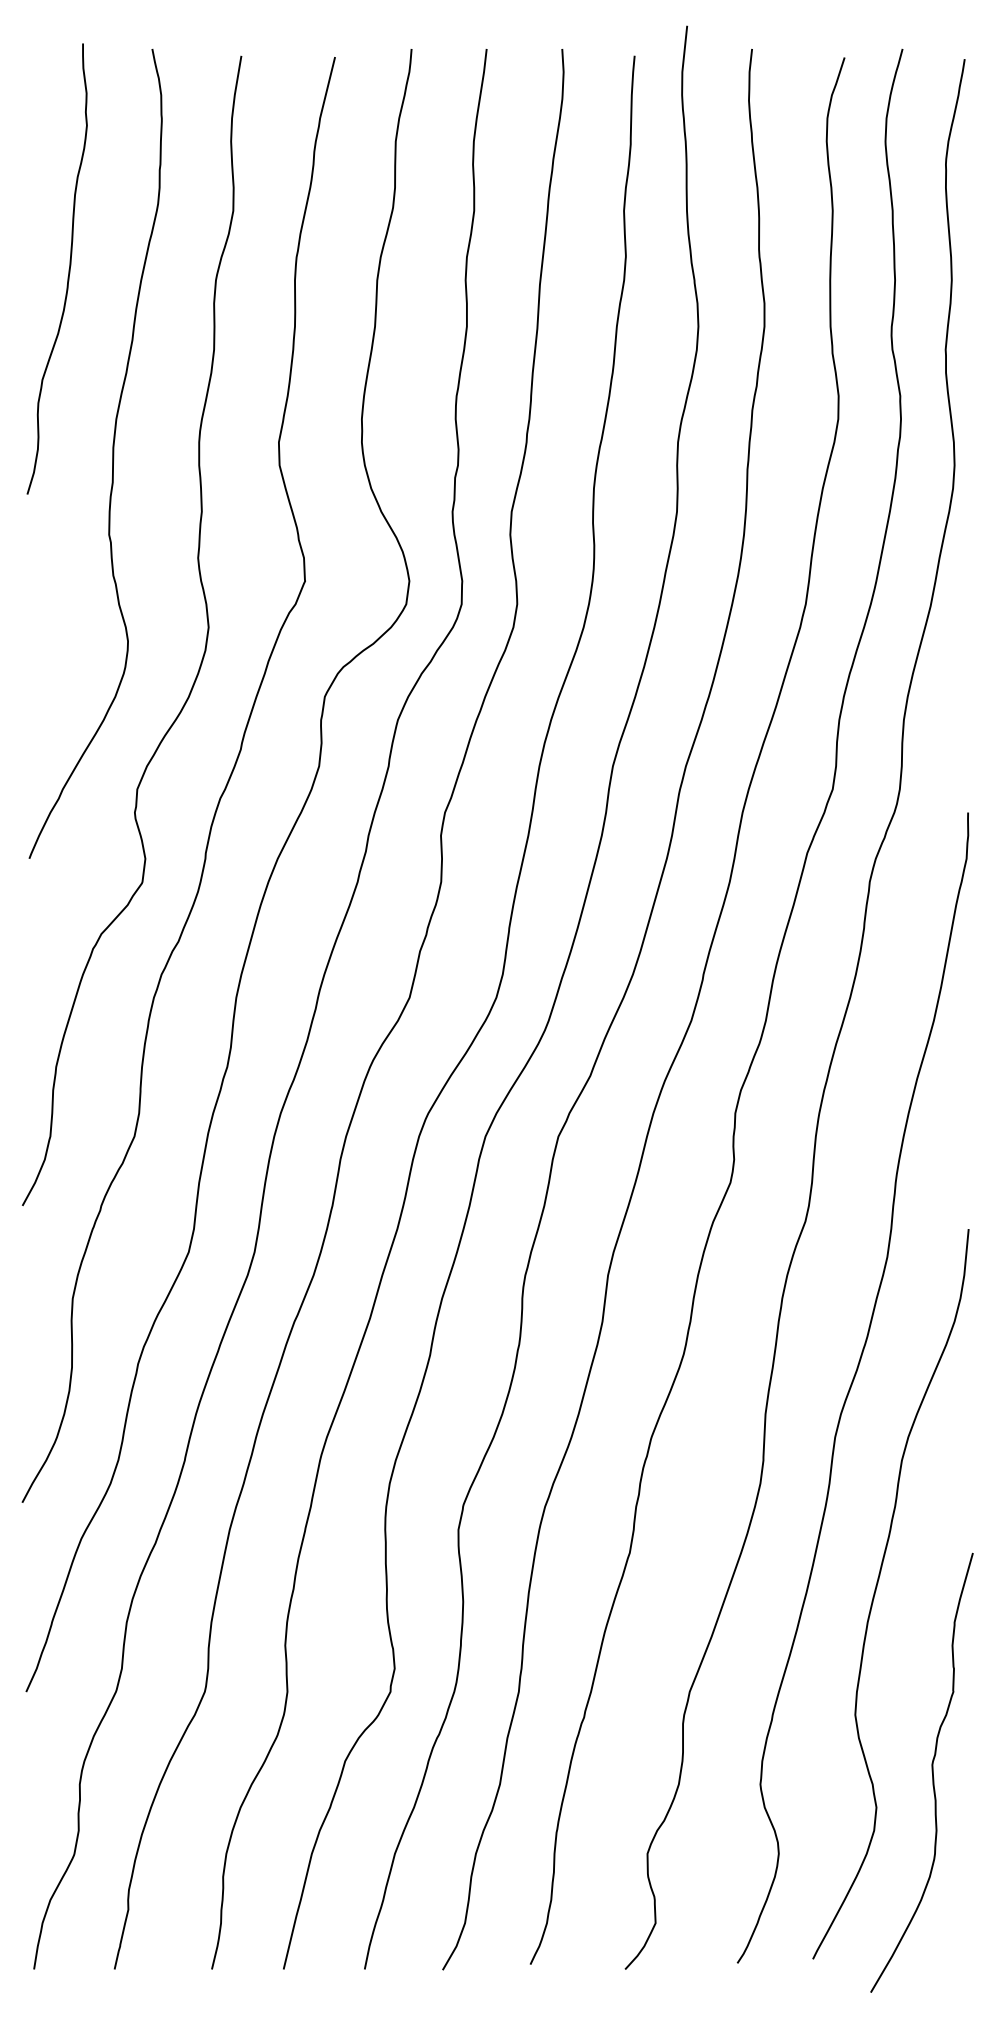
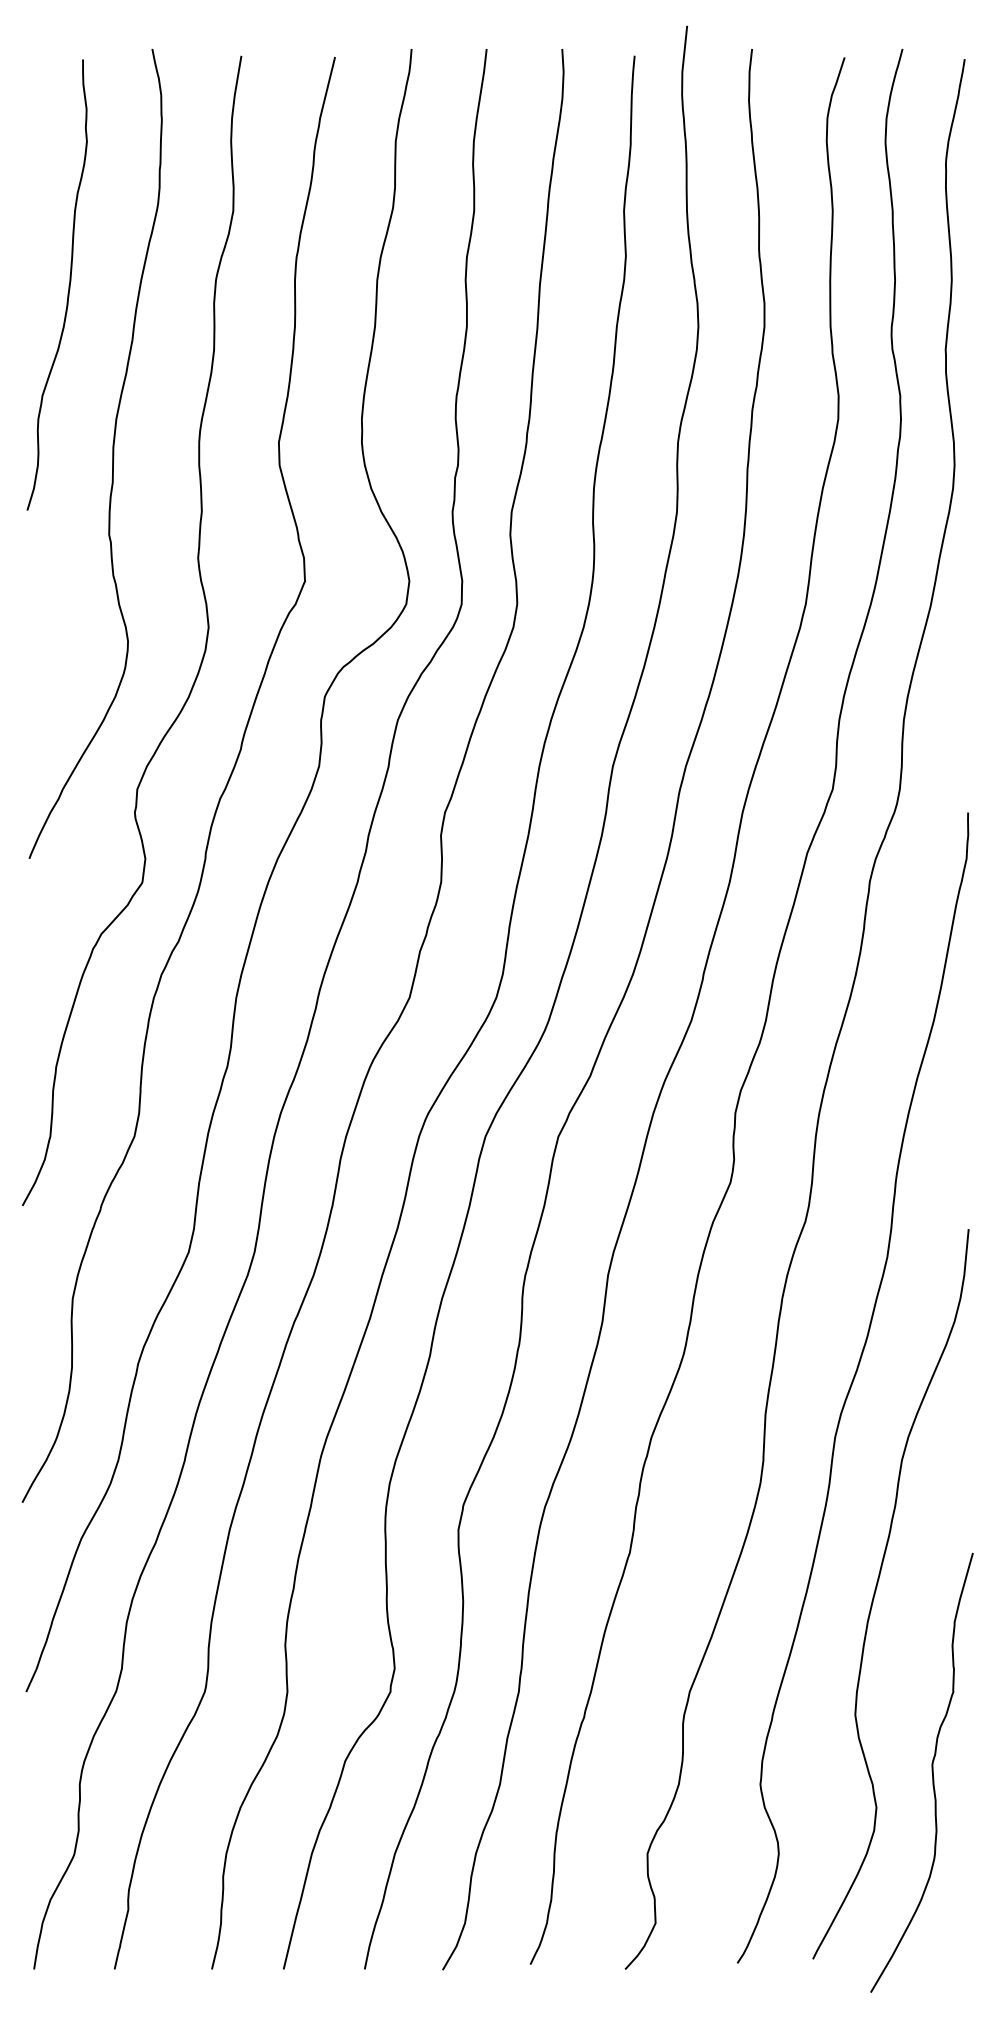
curve at (68, 269) position: (68, 269) -> (68, 285)
